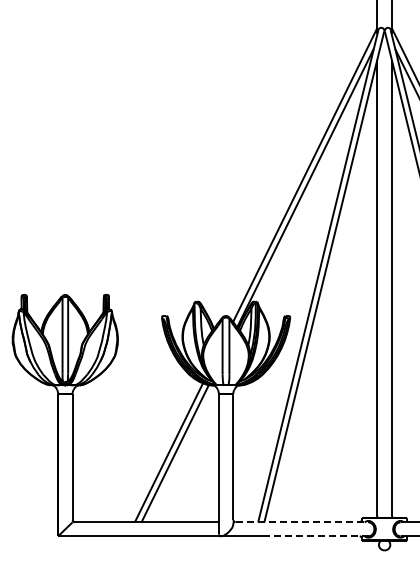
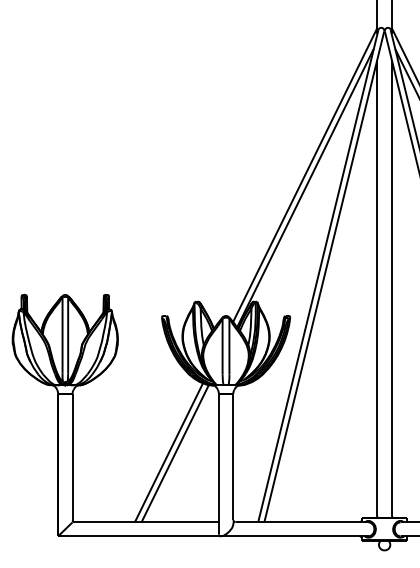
line at (302, 522): dashed -> solid
line at (316, 536): dashed -> solid
